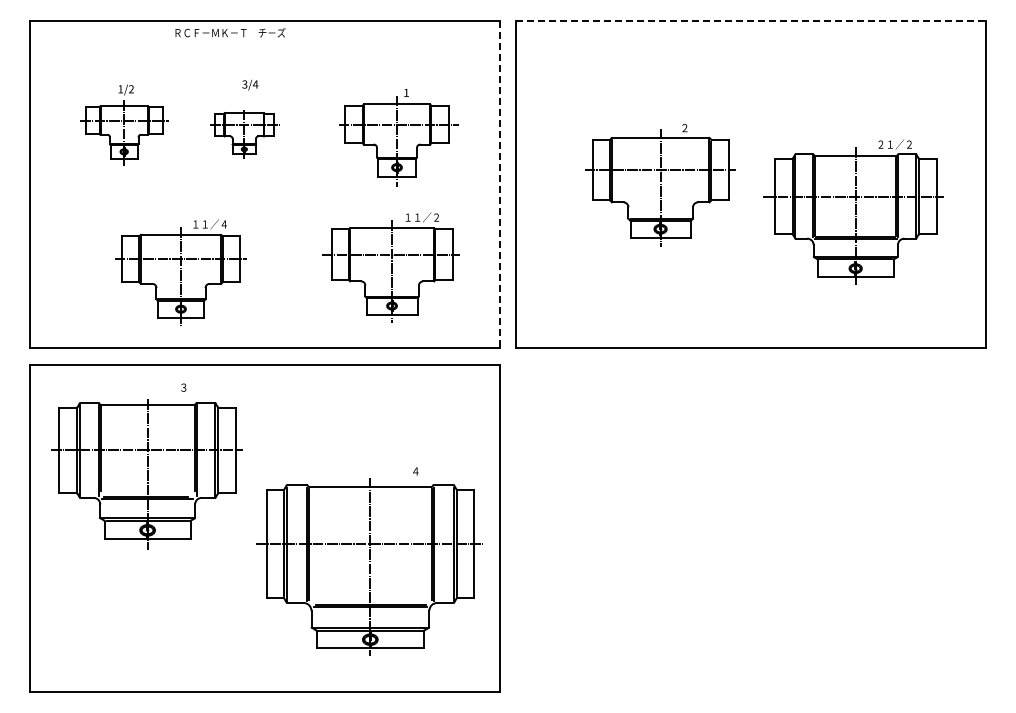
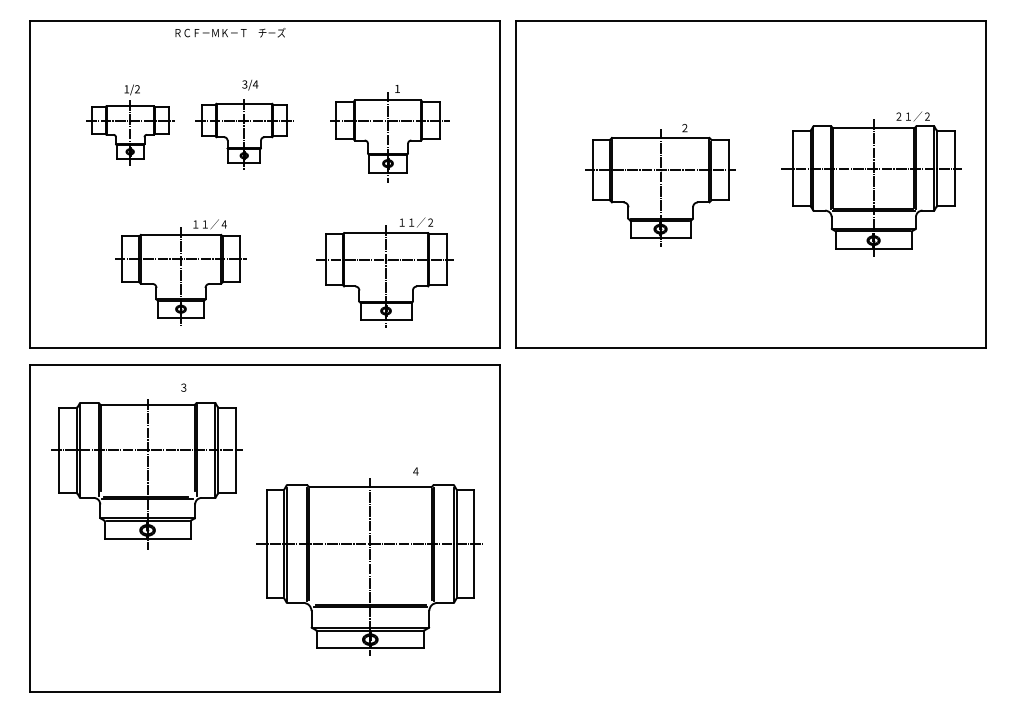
line at (750, 21): dashed -> solid
part at (124, 124) position: (124, 124) -> (130, 124)
part at (244, 134) size: 70x49 px -> 99x71 px
part at (398, 137) position: (398, 137) -> (389, 133)
line at (499, 184): dashed -> solid
part at (853, 211) position: (853, 211) -> (871, 183)
part at (390, 267) position: (390, 267) -> (384, 272)
